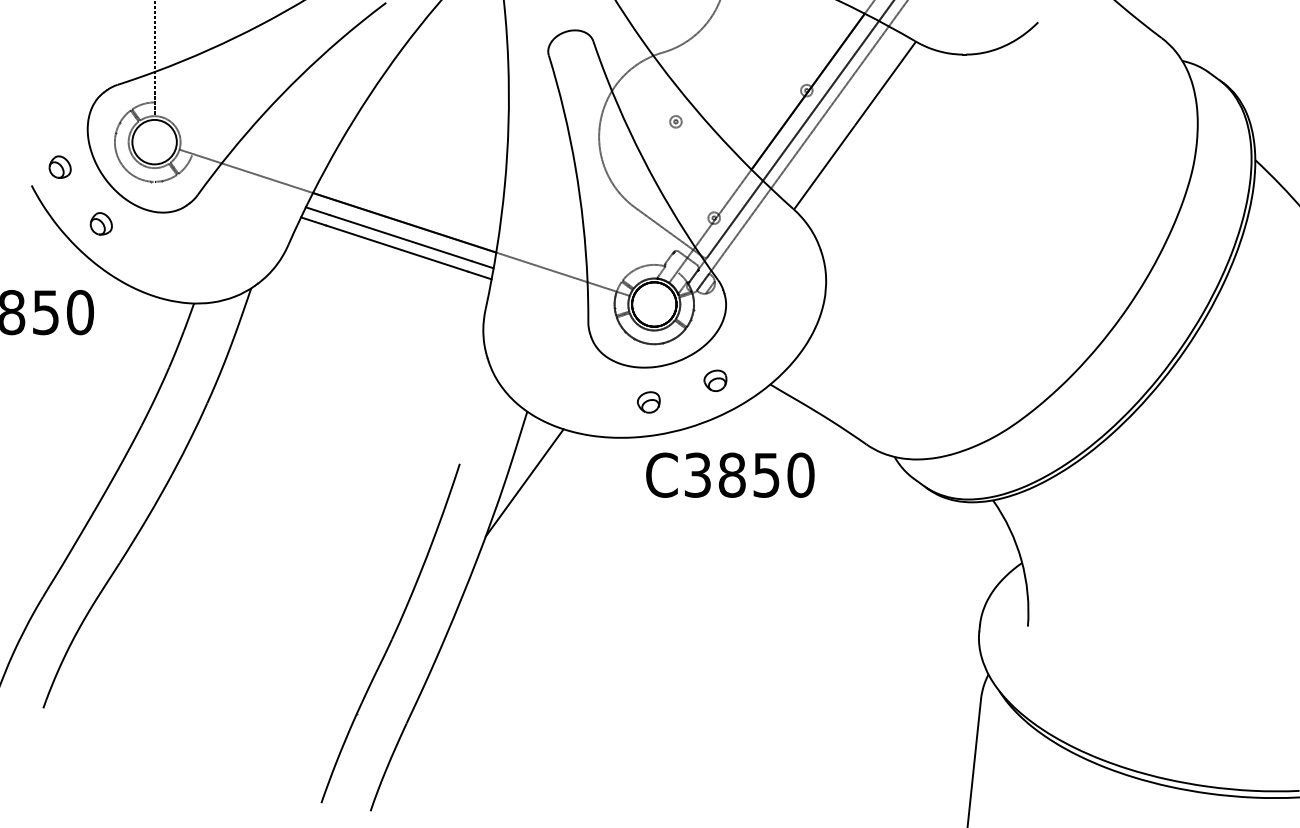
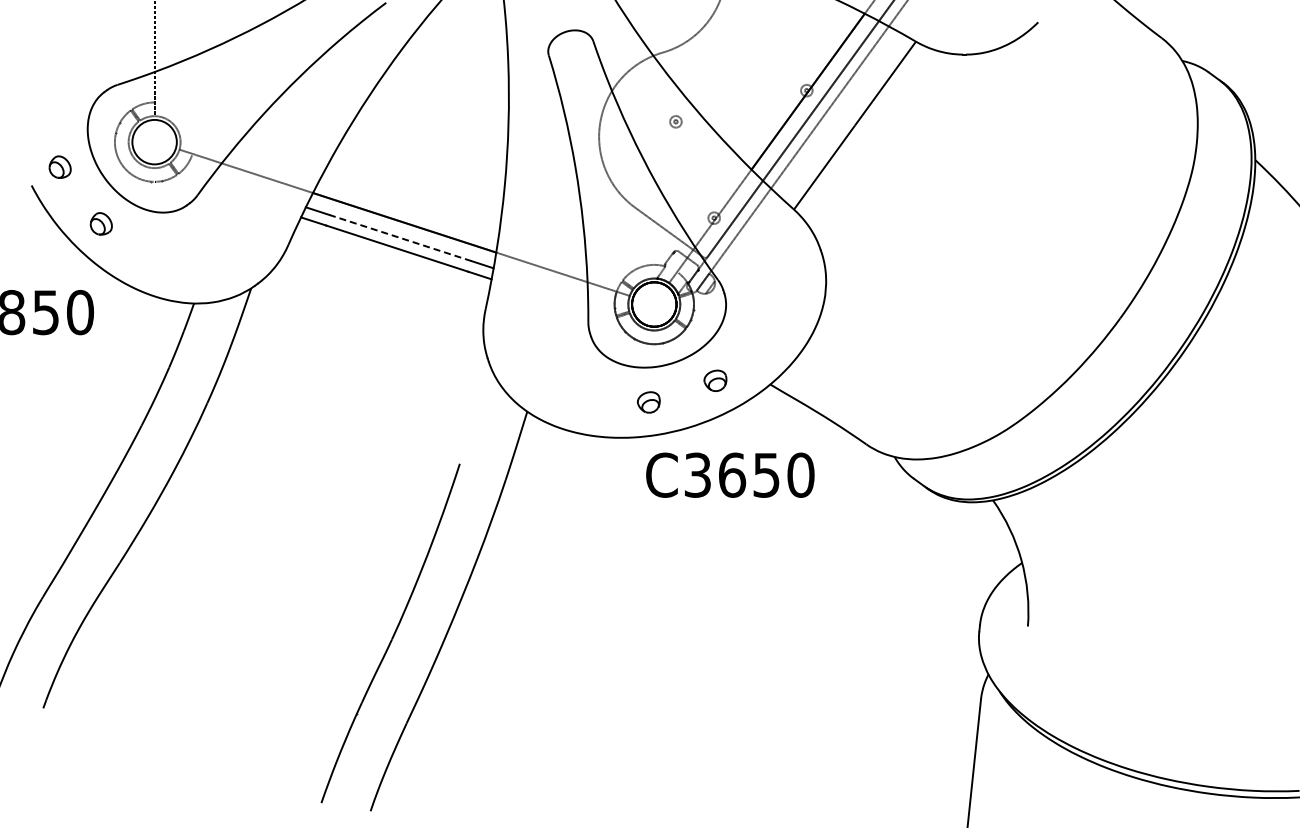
line at (400, 238): solid -> dashed
text at (732, 474): C3850 -> C3650
line at (524, 482): present -> none
